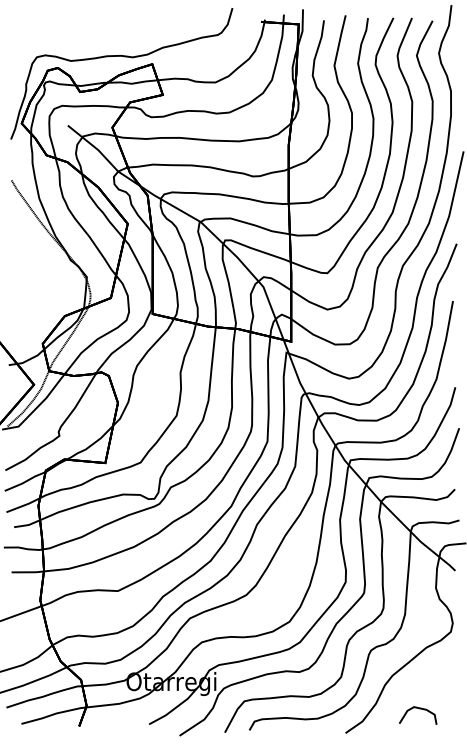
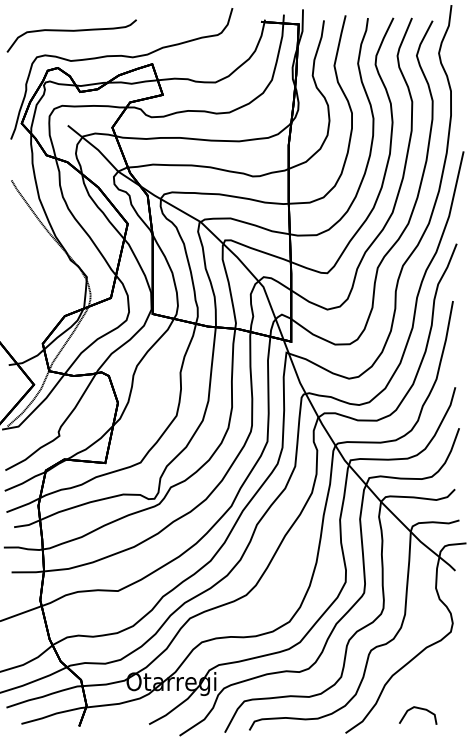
part at (71, 35): none -> present
